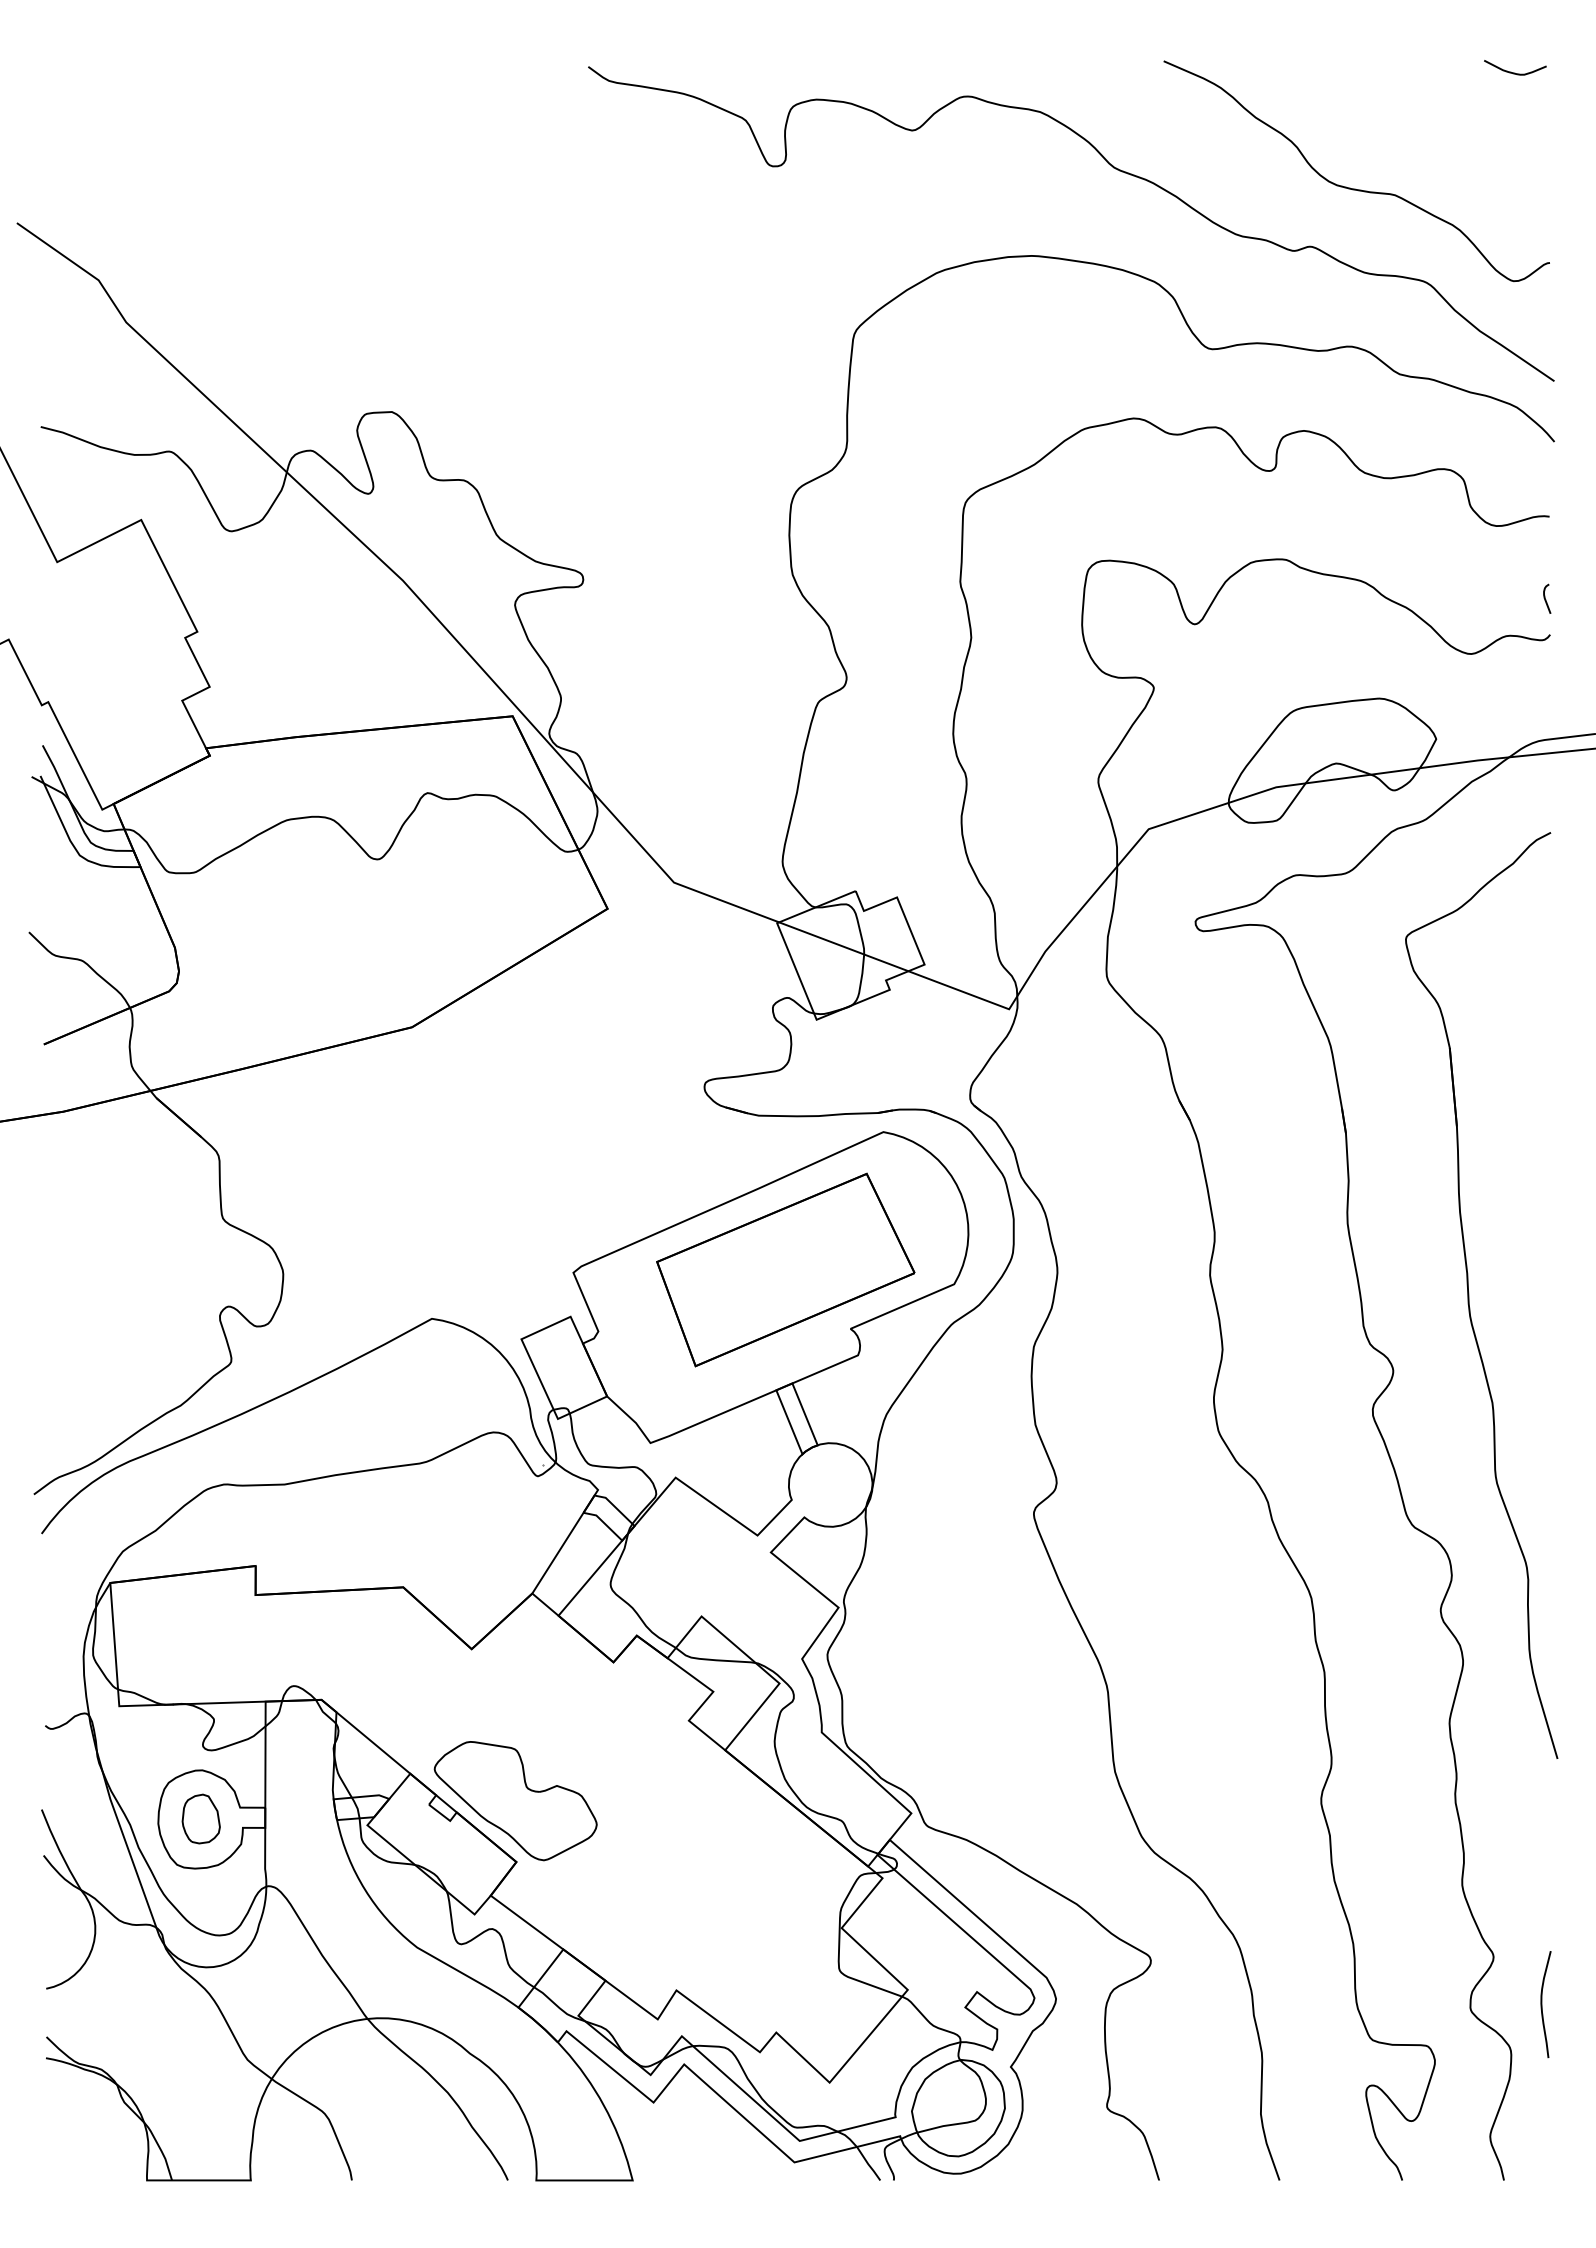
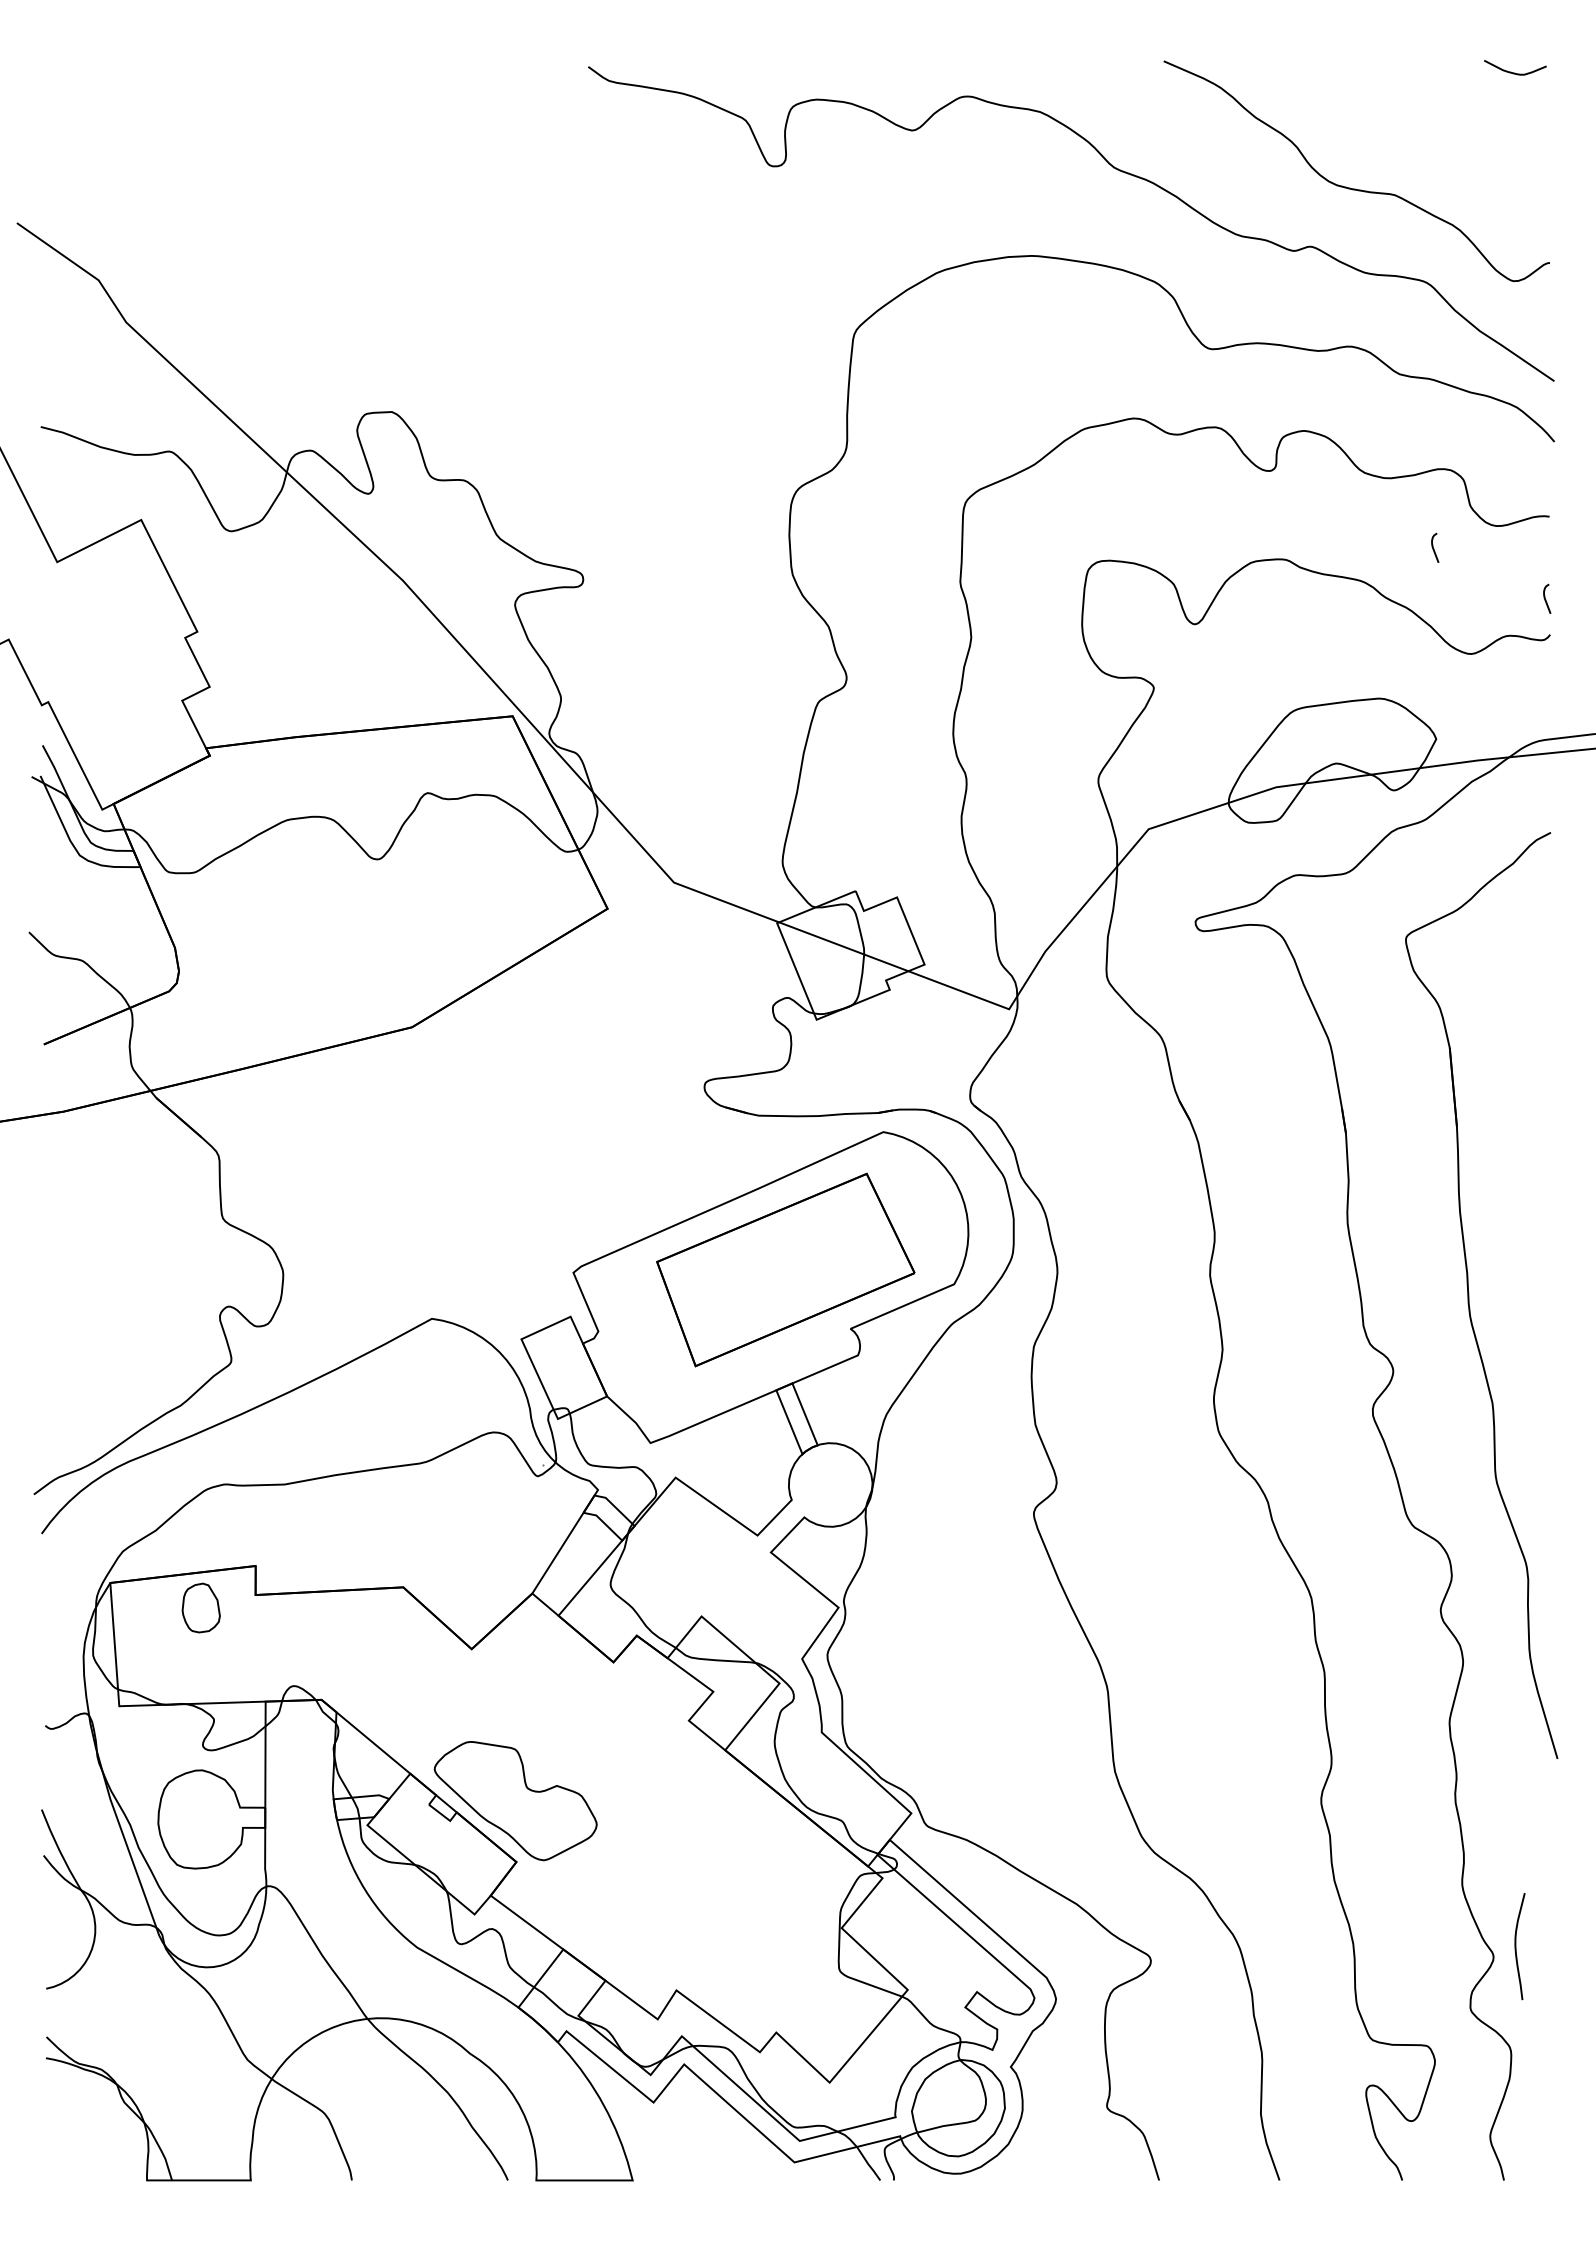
curve at (1434, 548): none -> present
part at (200, 1818) position: (200, 1818) -> (200, 1607)
curve at (1542, 2004) position: (1542, 2004) -> (1516, 1946)
